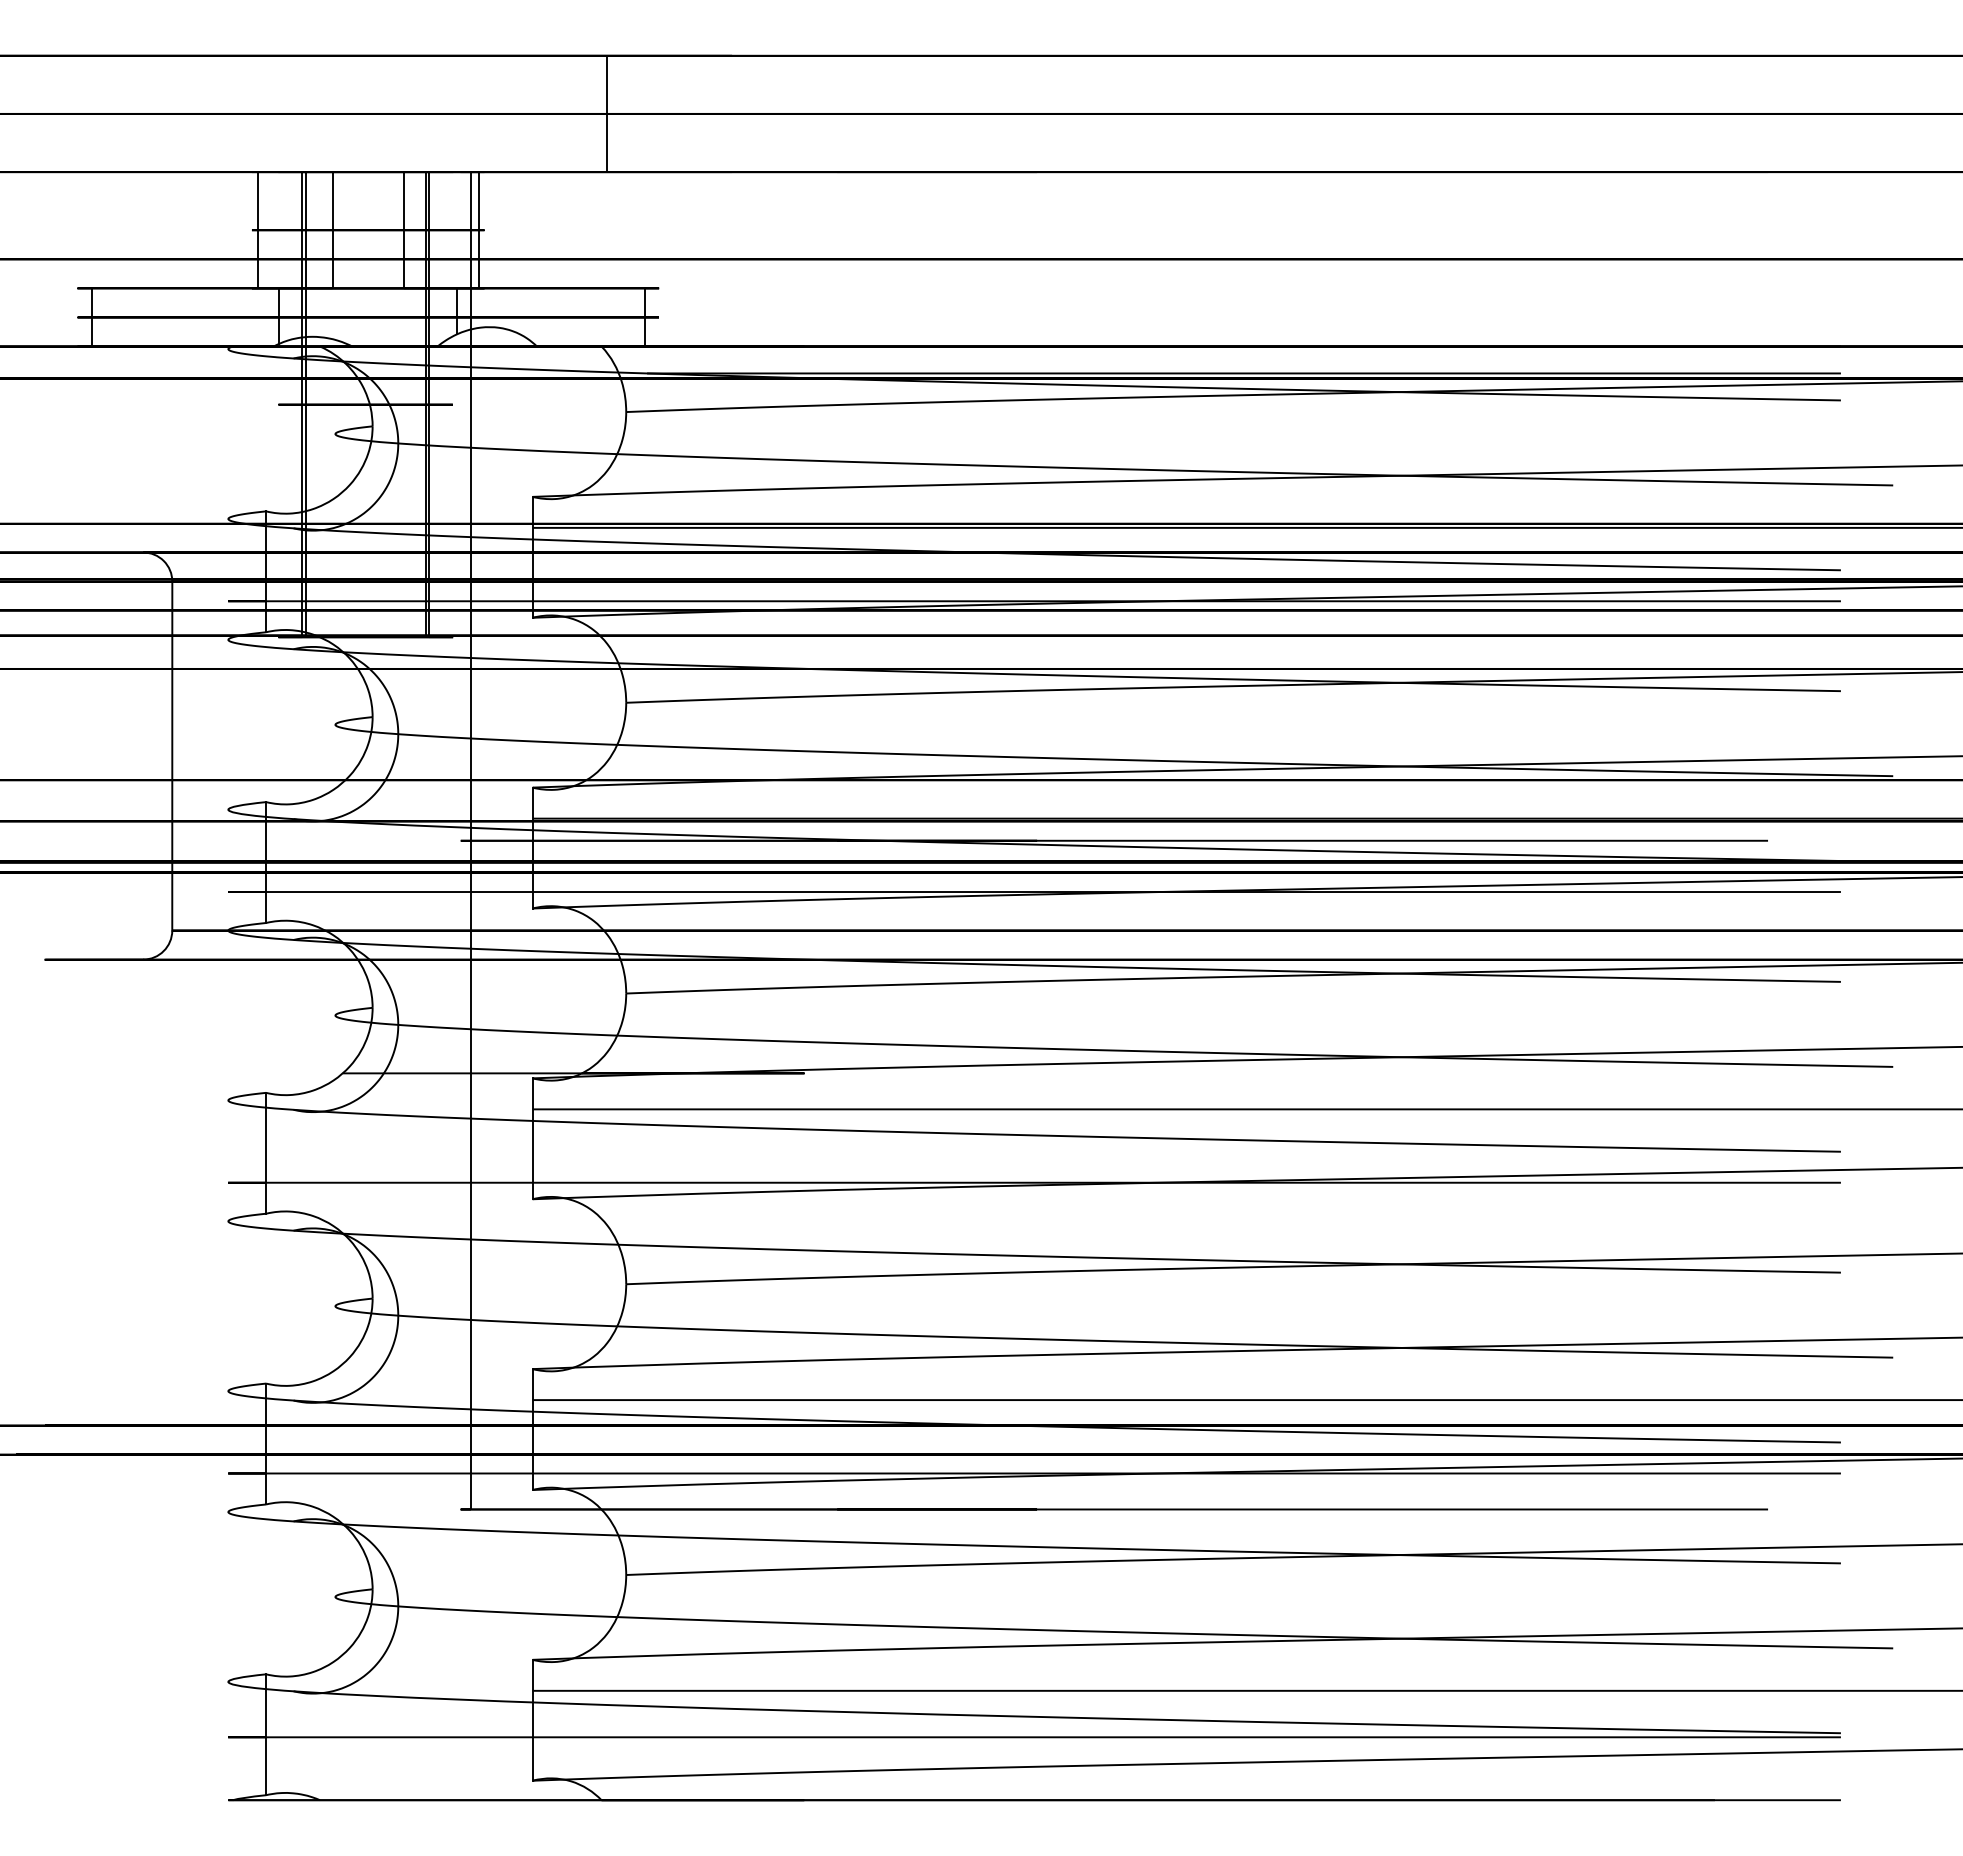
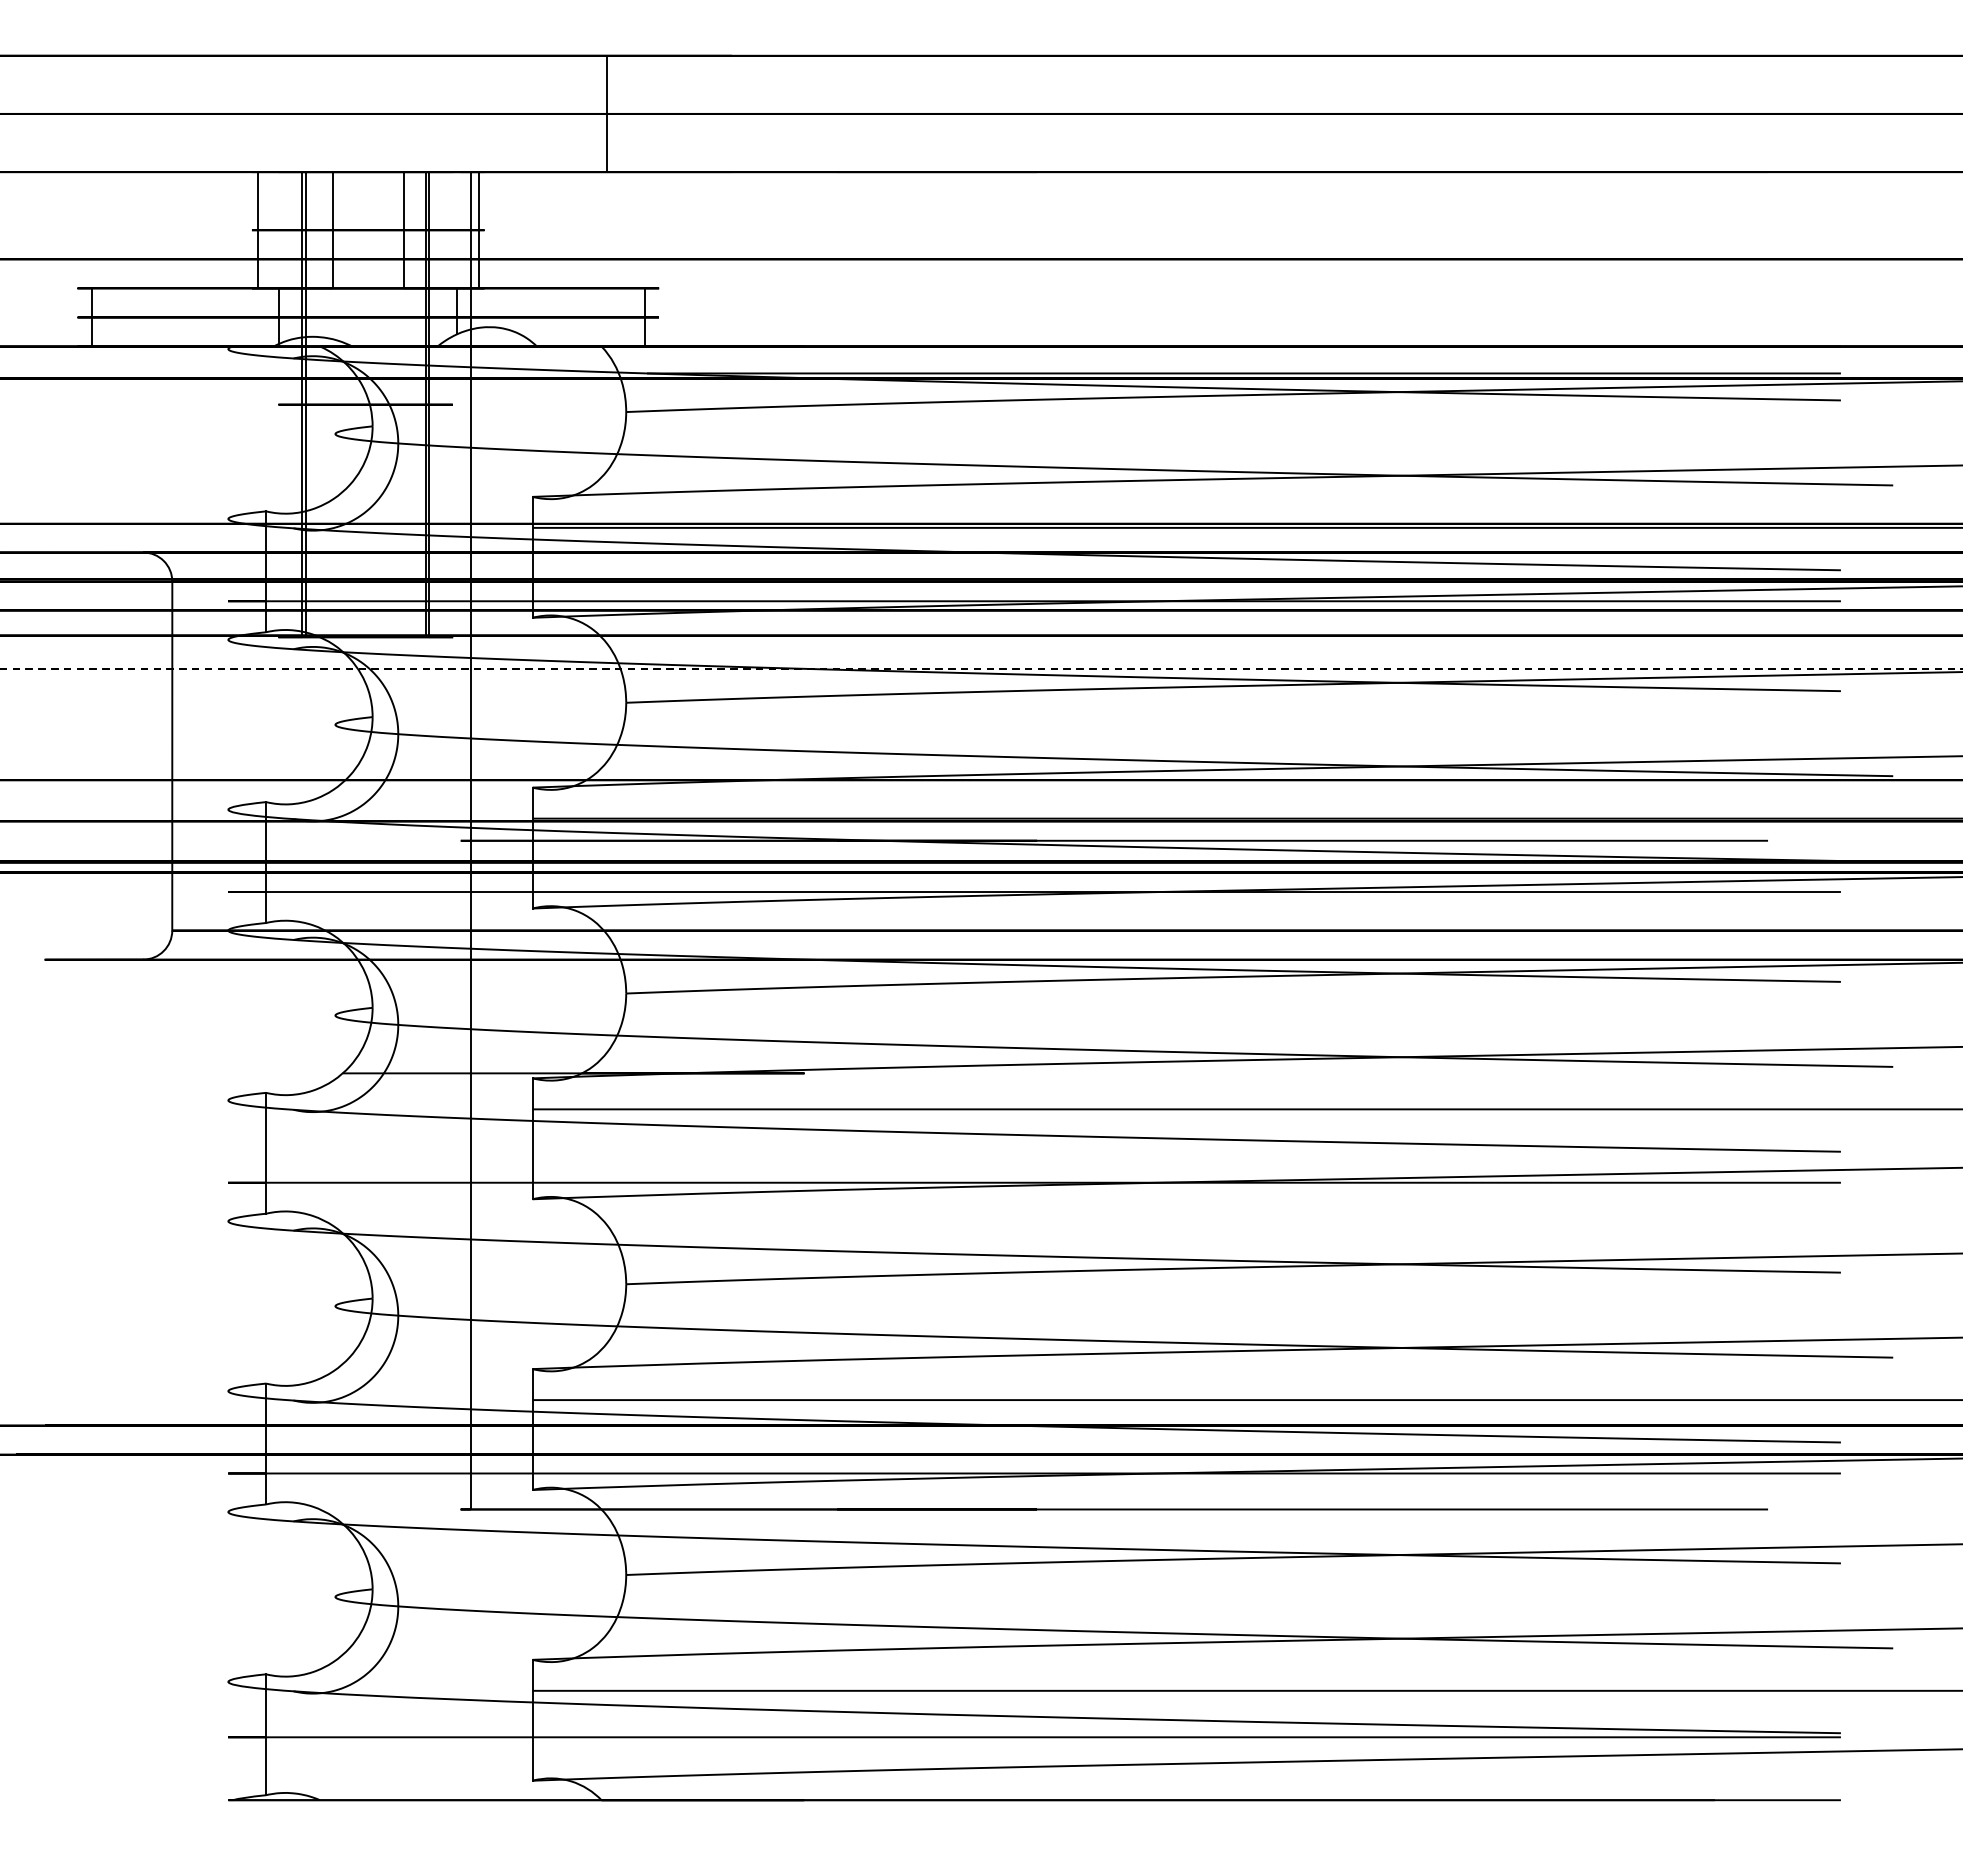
circle at (981, 668): solid -> dashed
